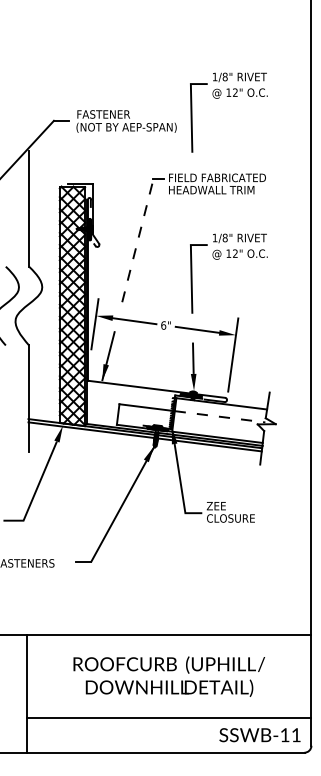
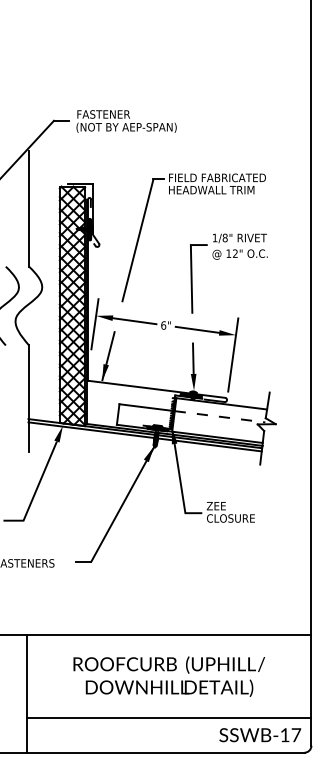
part at (228, 96): present -> none
line at (137, 240): dashed -> solid
text at (296, 735): SSWB-11 -> SSWB-17
